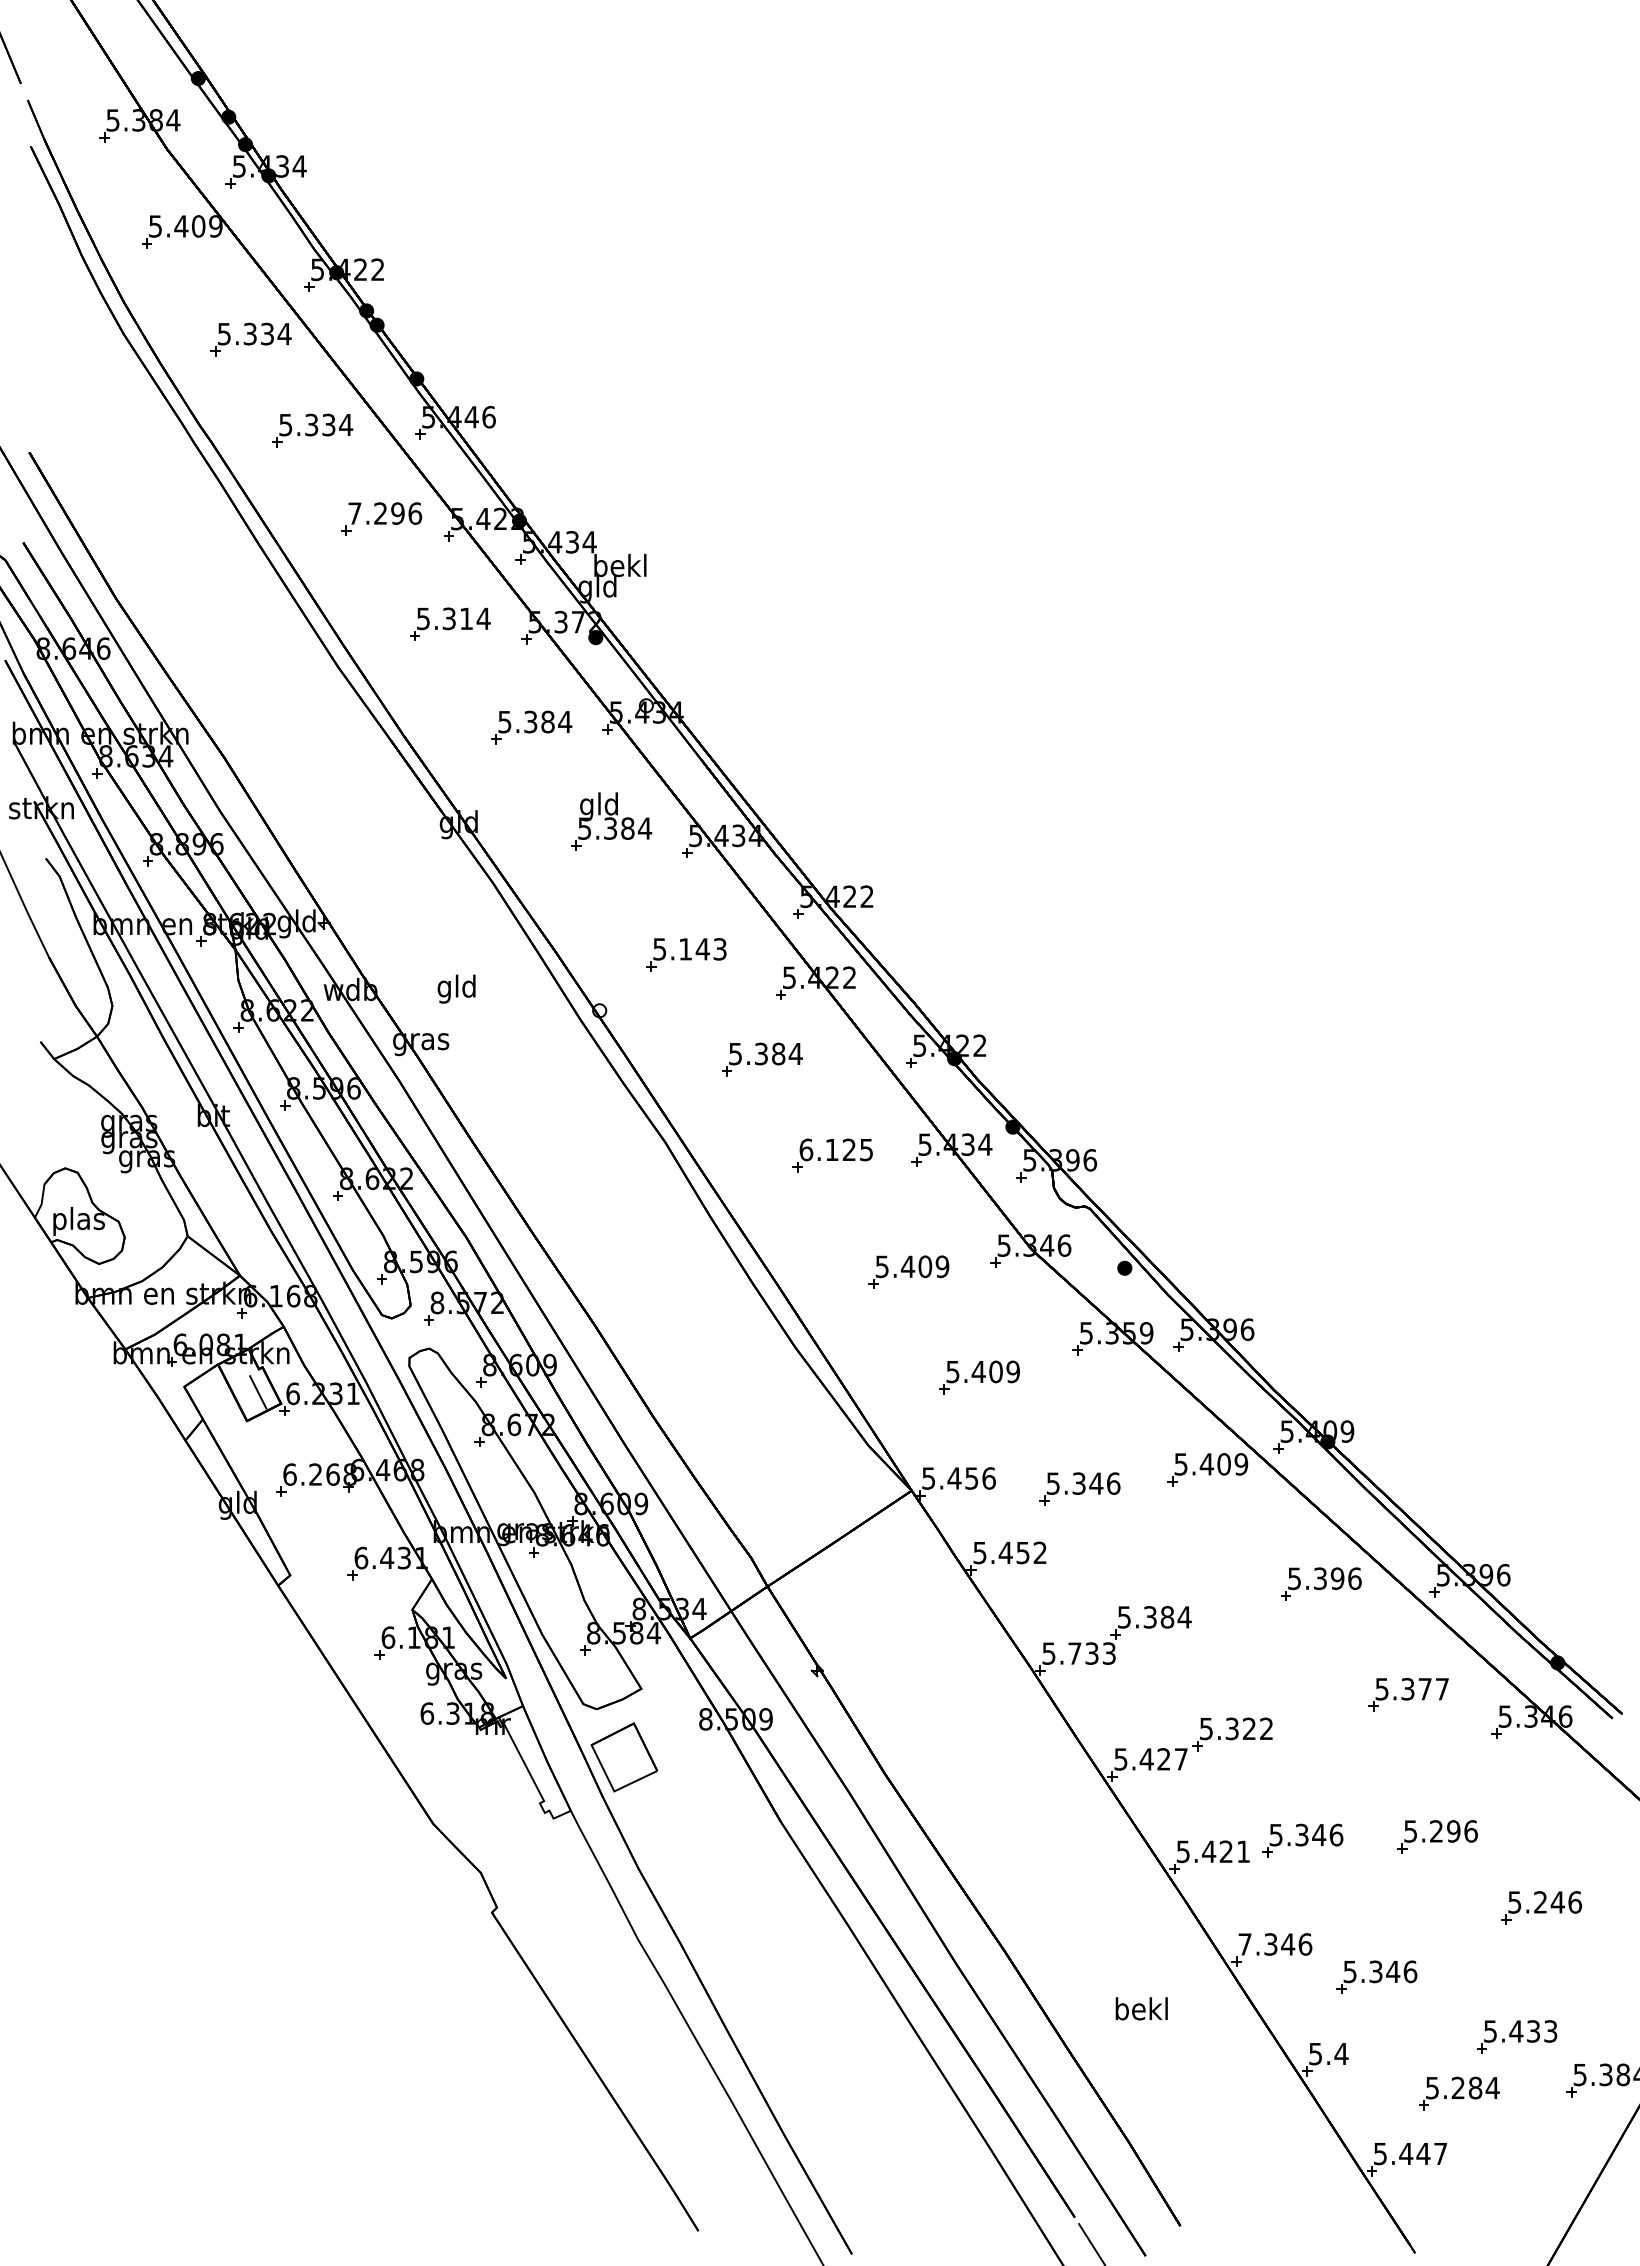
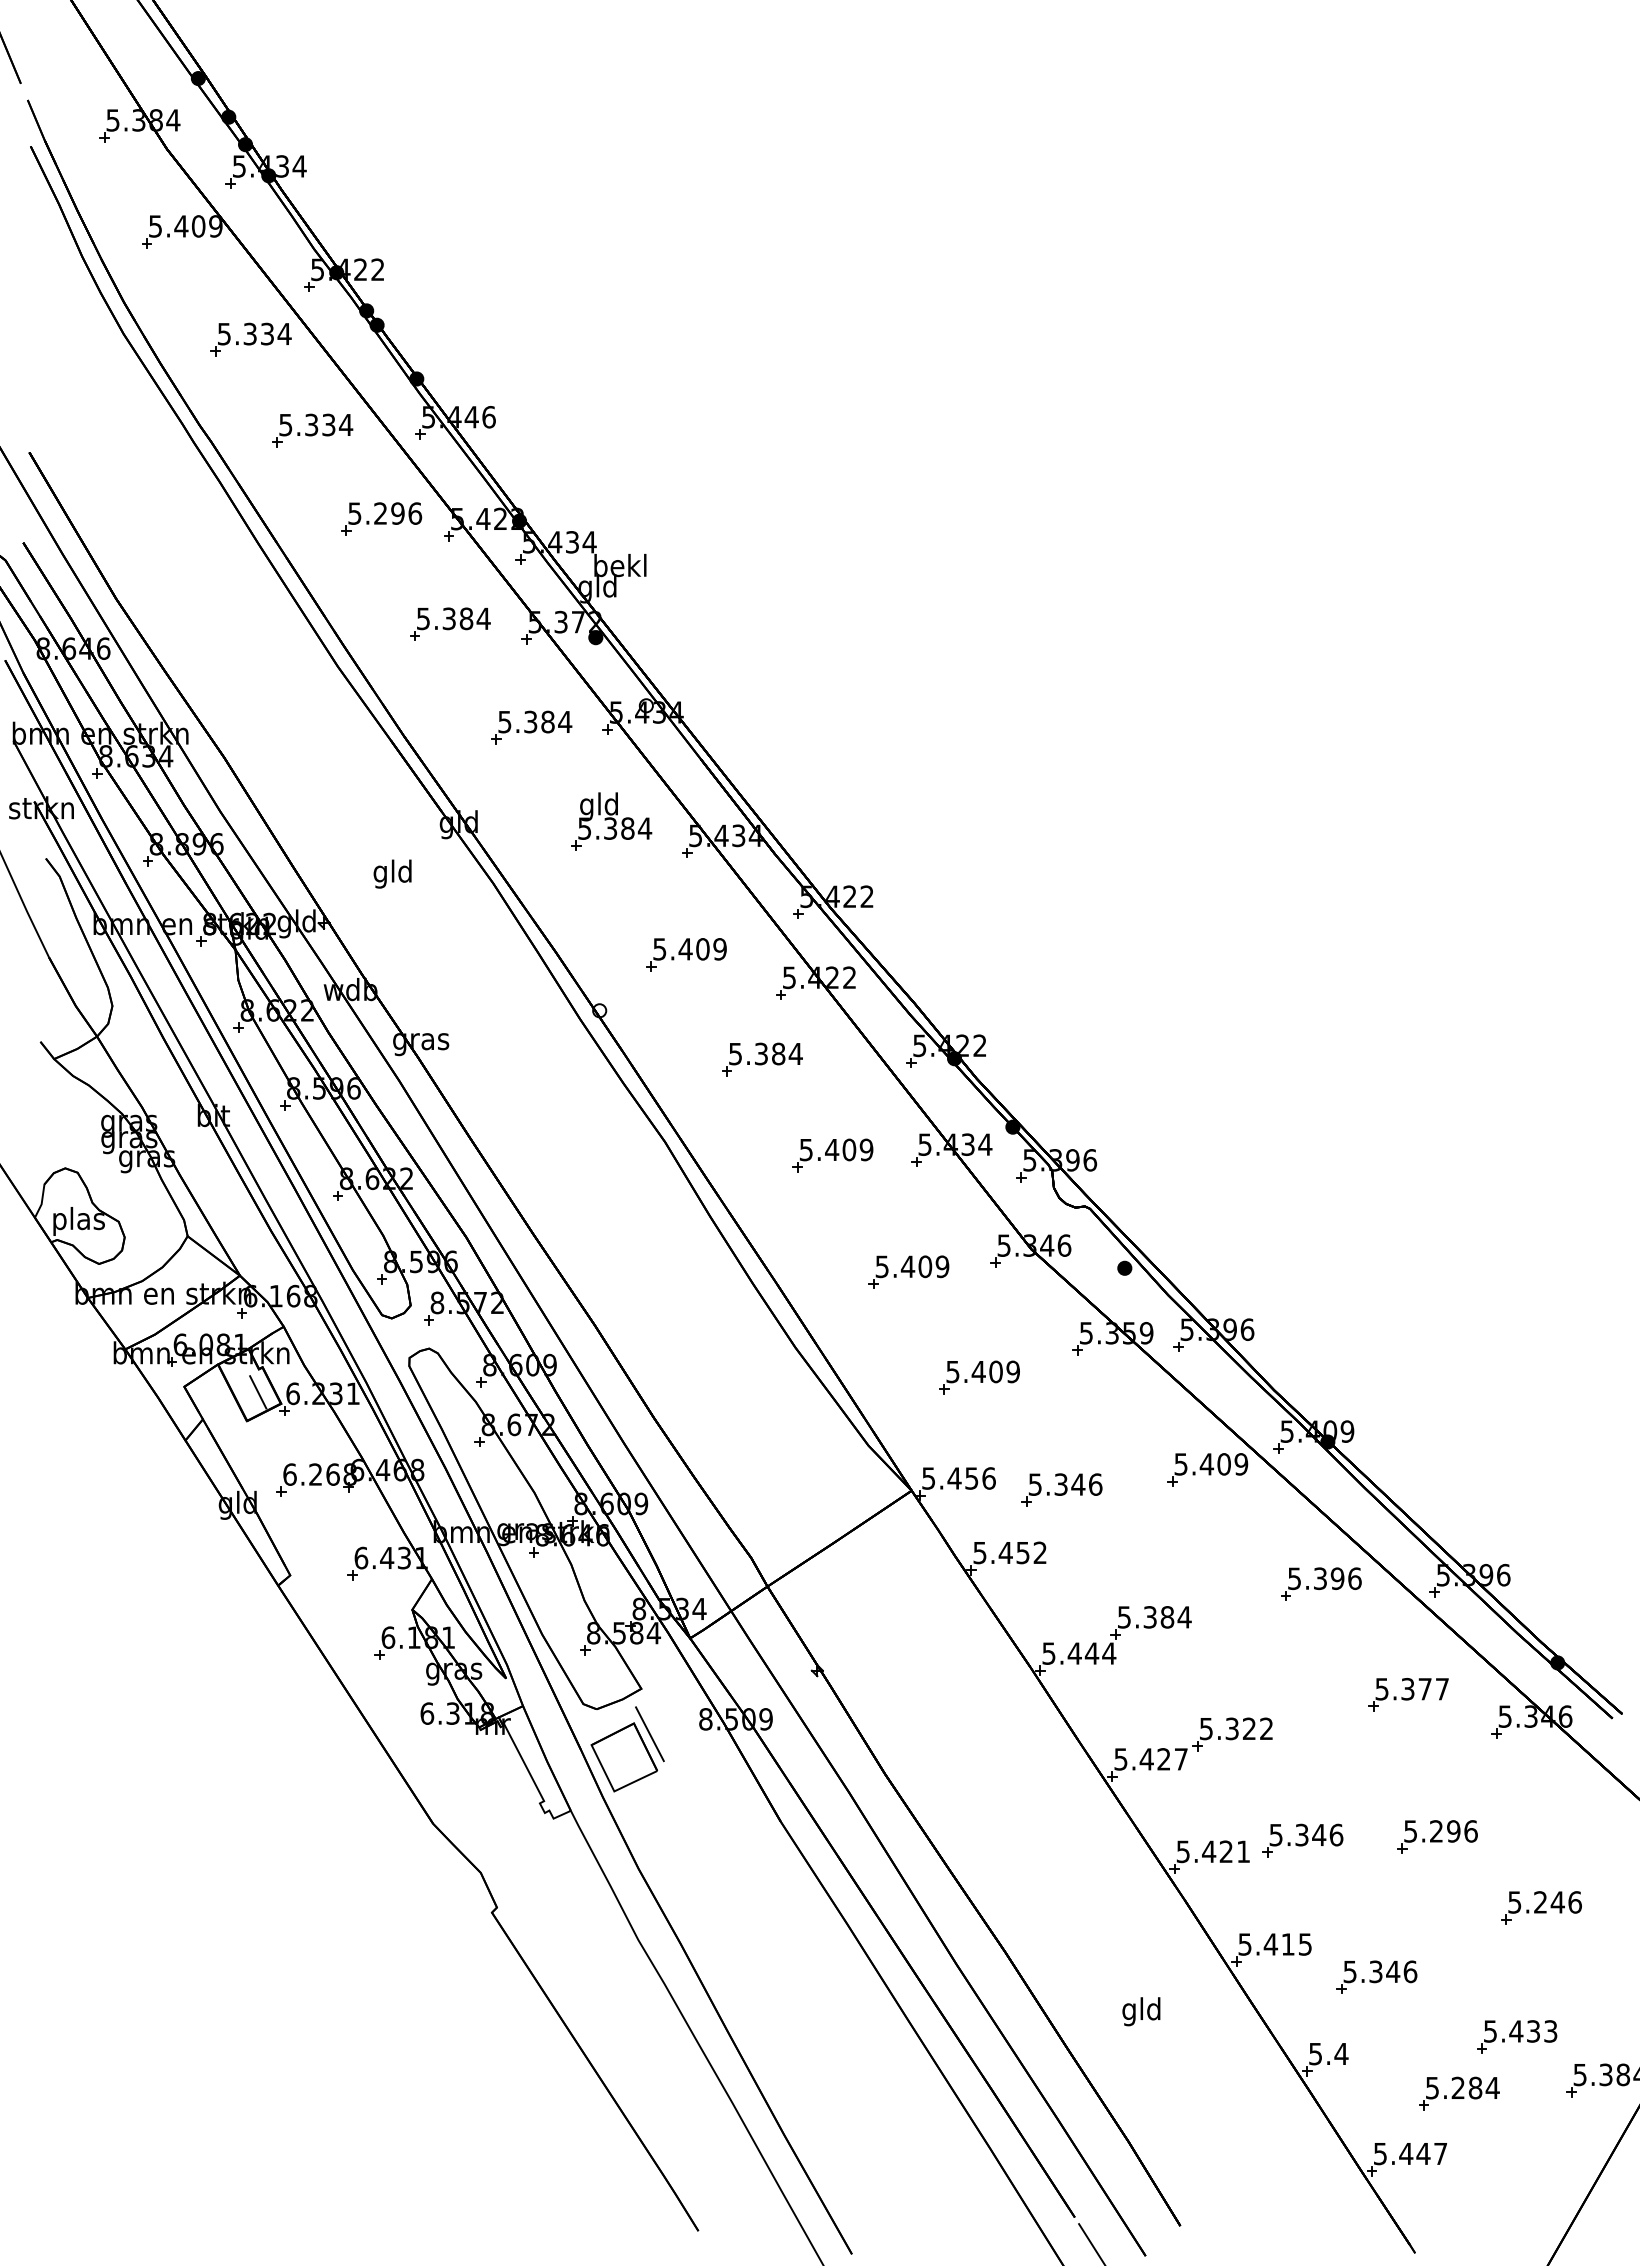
text at (354, 513): 7.296 -> 5.296
text at (466, 618): 5.314 -> 5.384
text at (702, 949): 5.143 -> 5.409
text at (456, 988) position: (456, 988) -> (392, 873)
text at (836, 1149): 6.125 -> 5.409
part at (1079, 1488) position: (1079, 1488) -> (1061, 1489)
text at (1091, 1653): 5.733 -> 5.444
line at (649, 1734): none -> present
text at (1275, 1944): 7.346 -> 5.415
text at (1141, 2011): bekl -> gld
